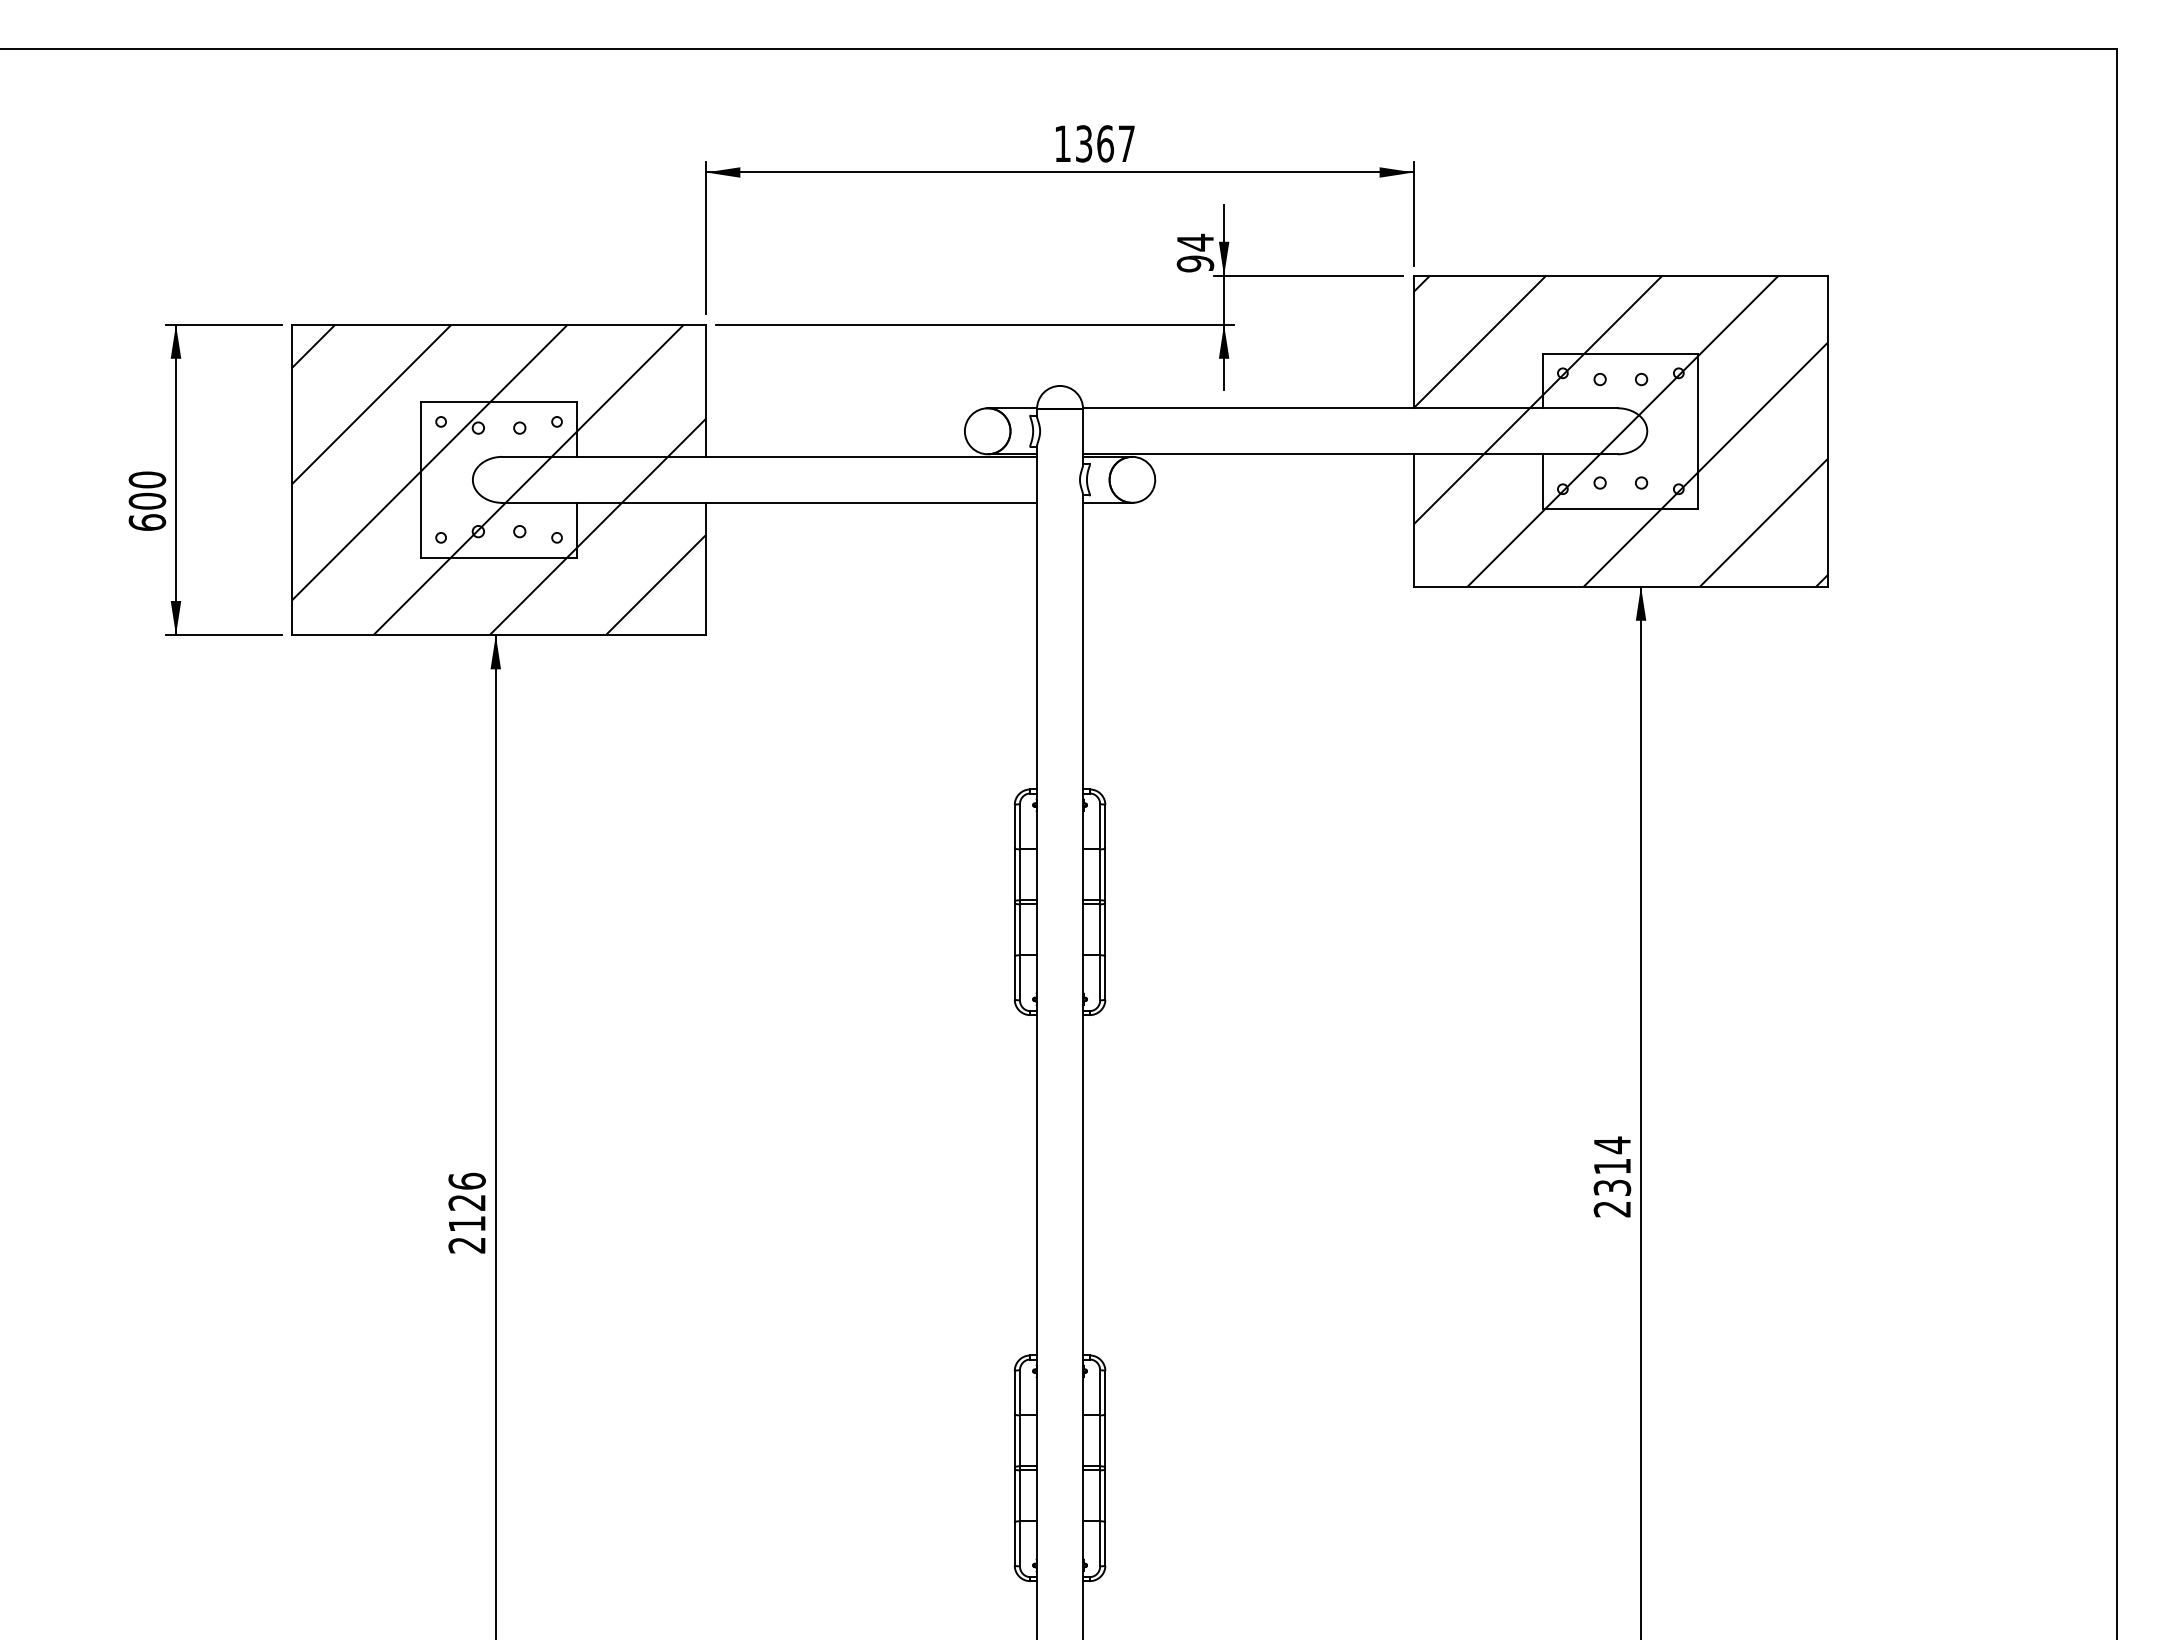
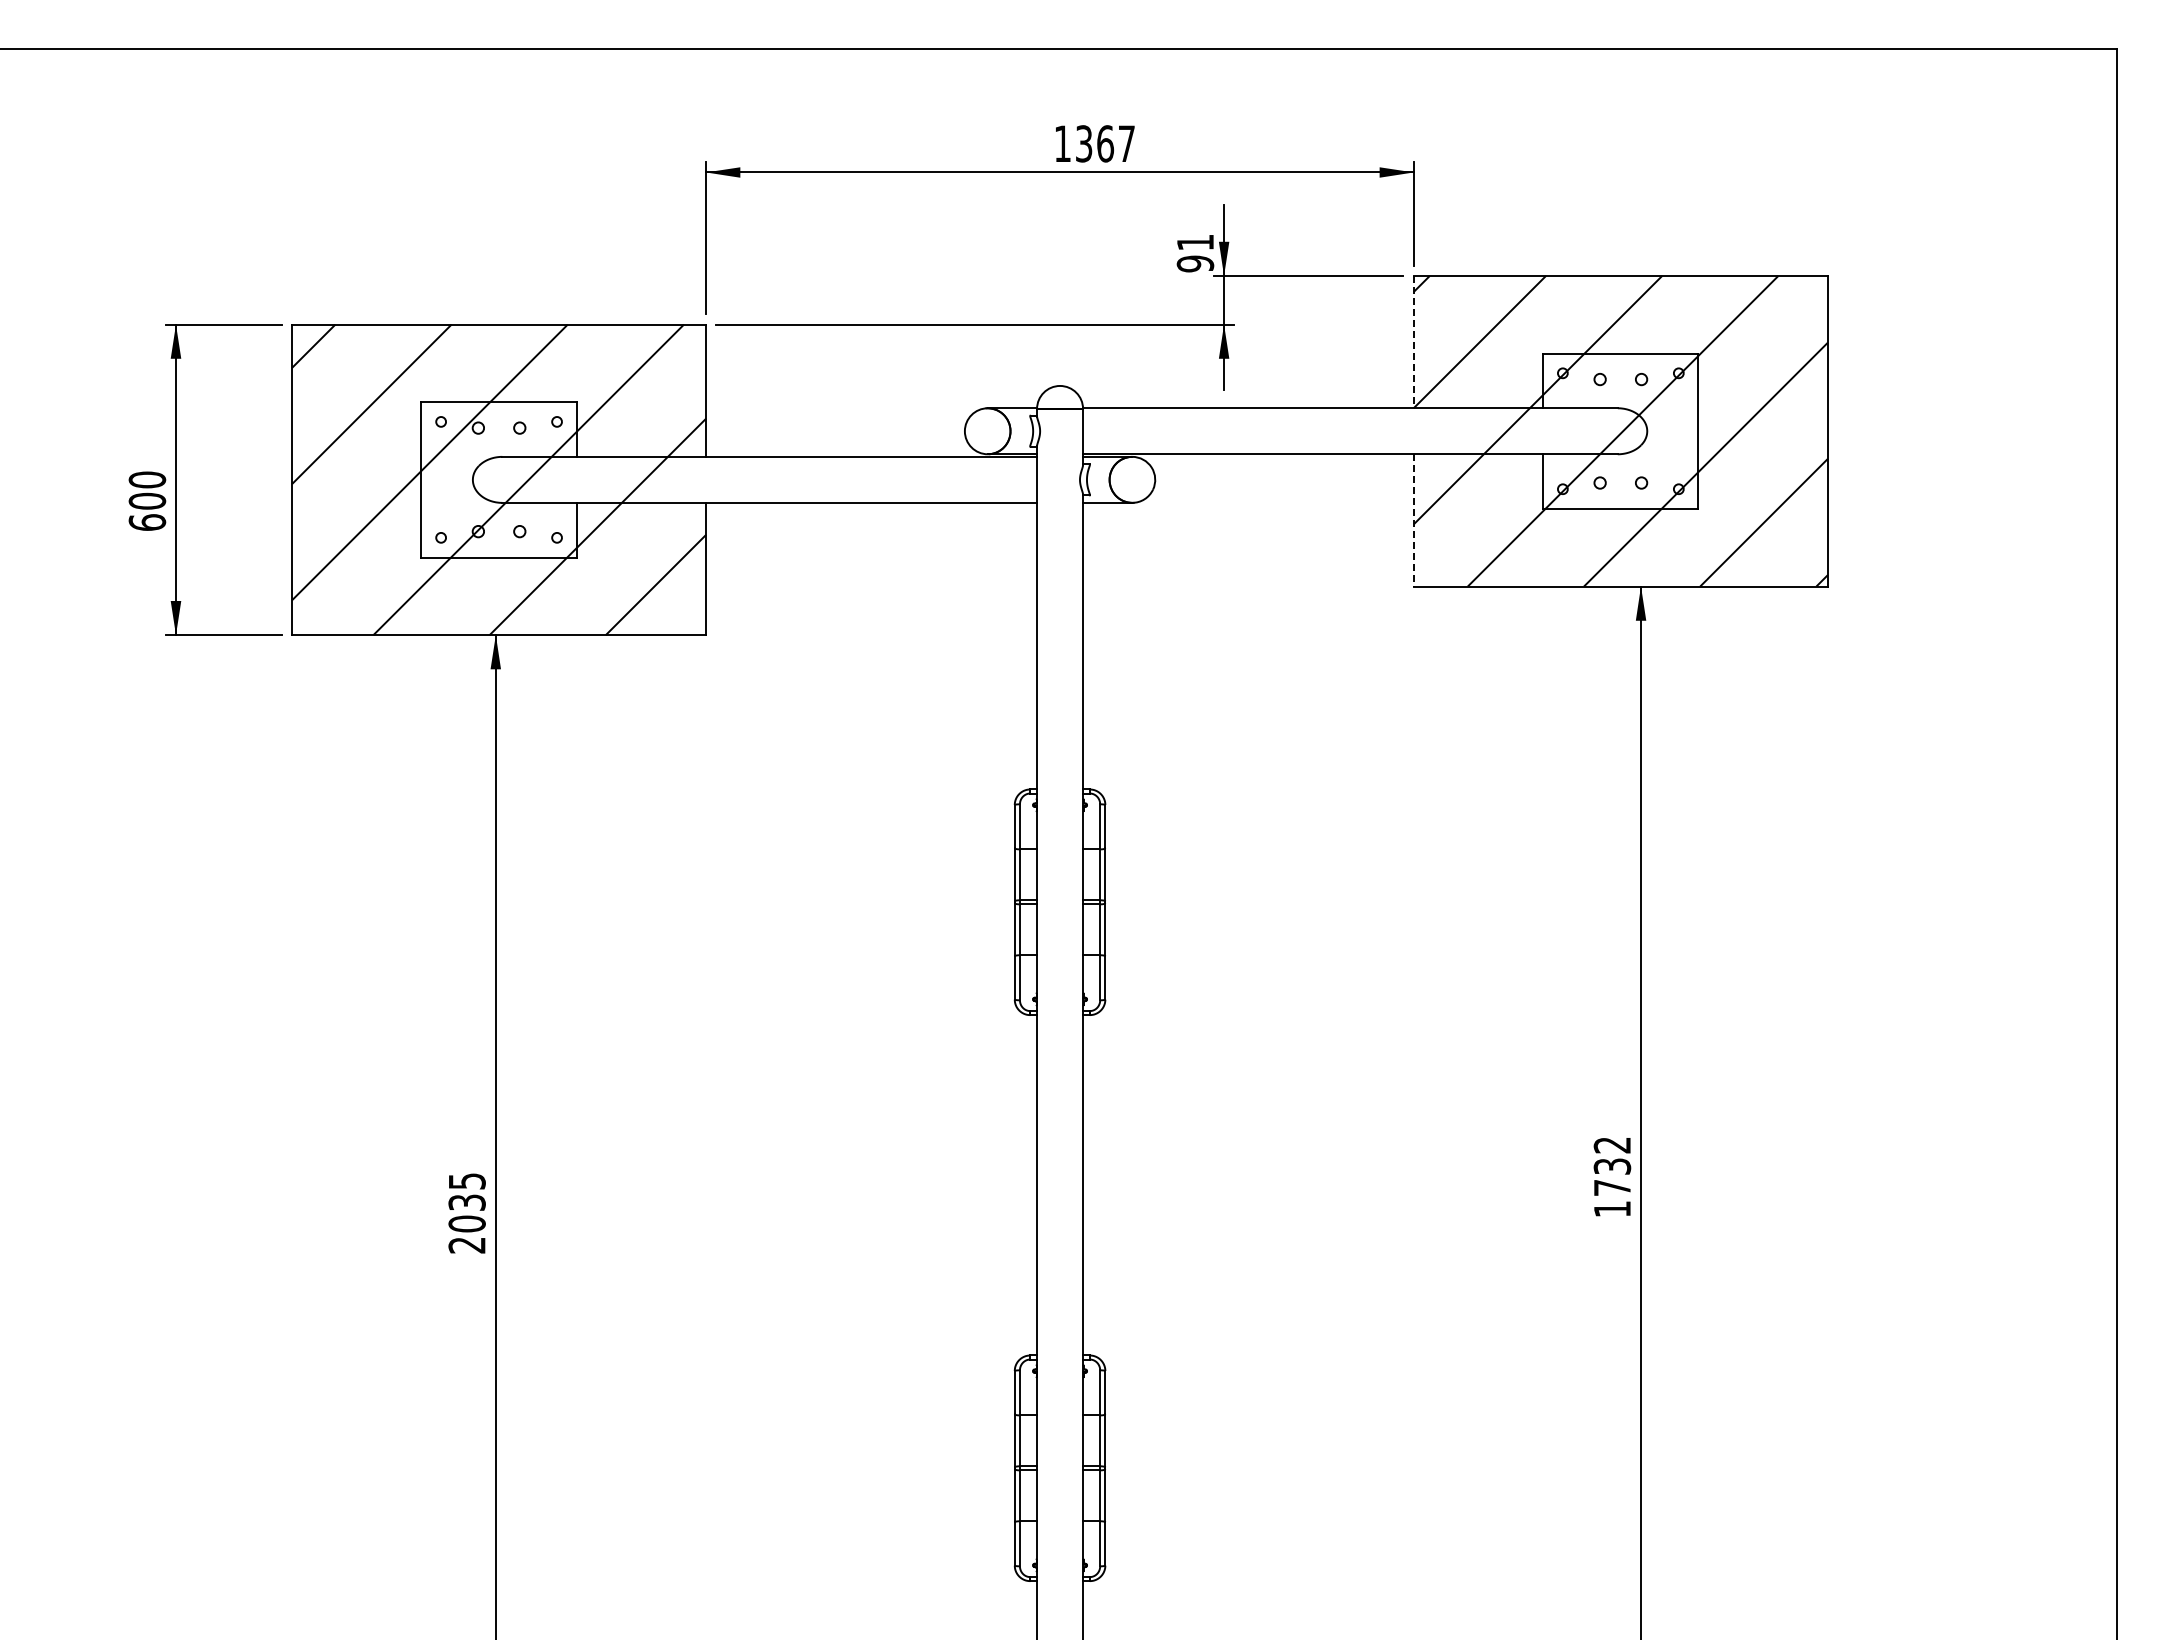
text at (1195, 242): 94 -> 91
line at (1413, 342): solid -> dashed
line at (1413, 520): solid -> dashed
text at (1612, 1176): 2314 -> 1732
text at (466, 1202): 2126 -> 2035
